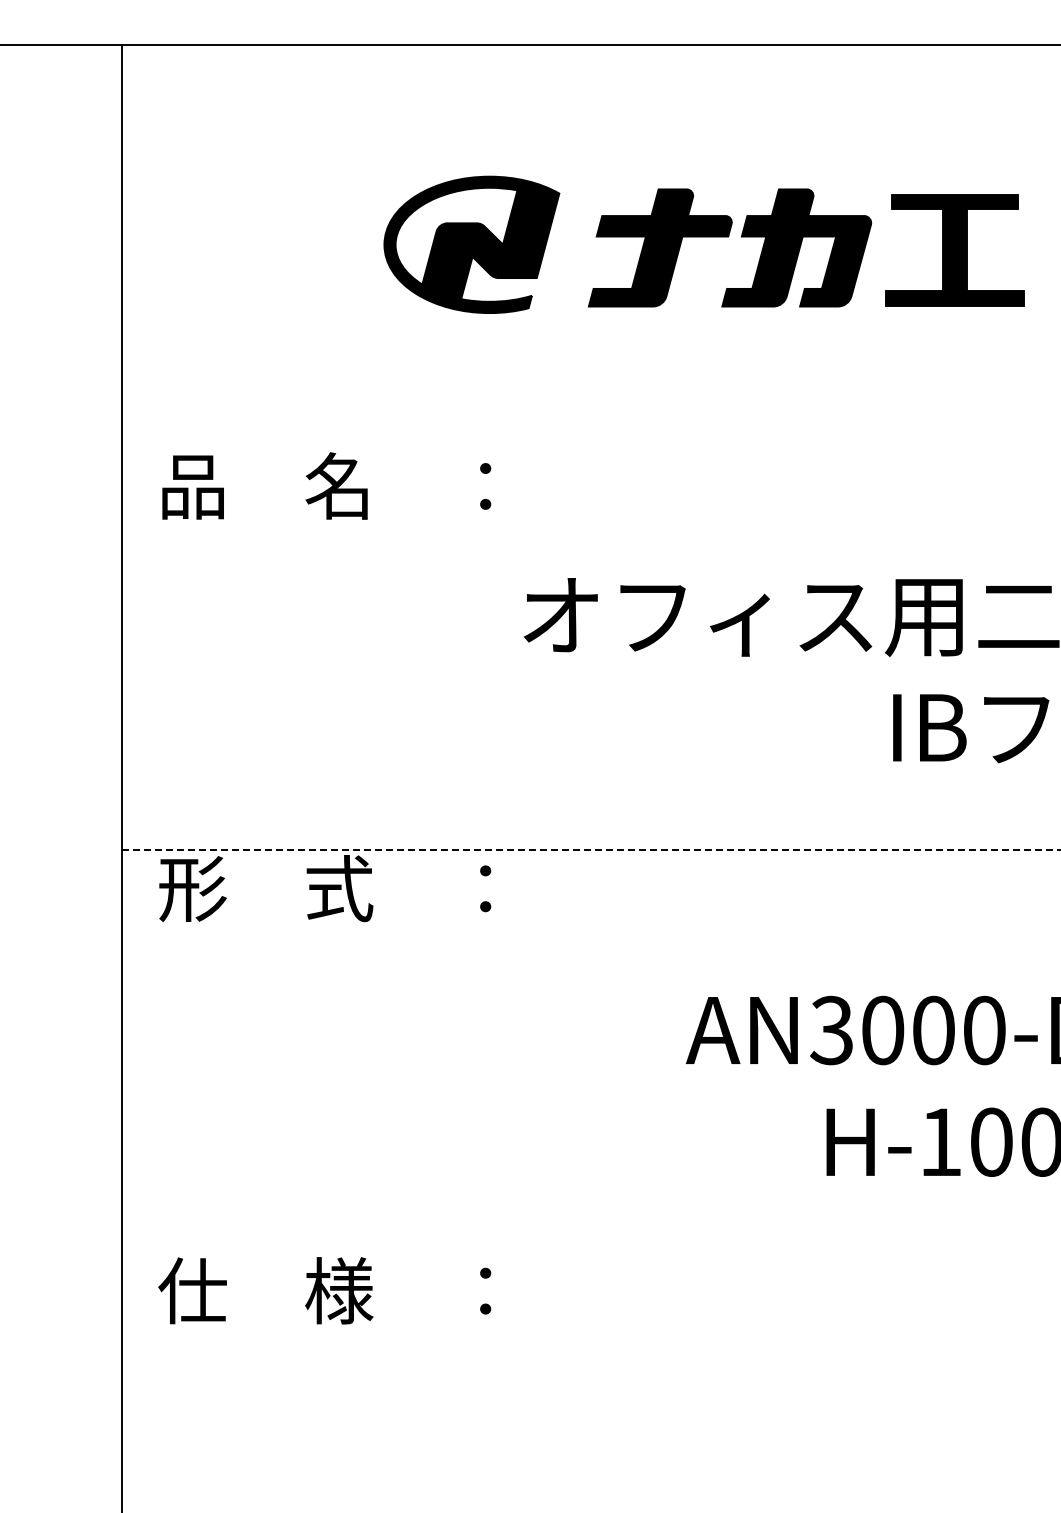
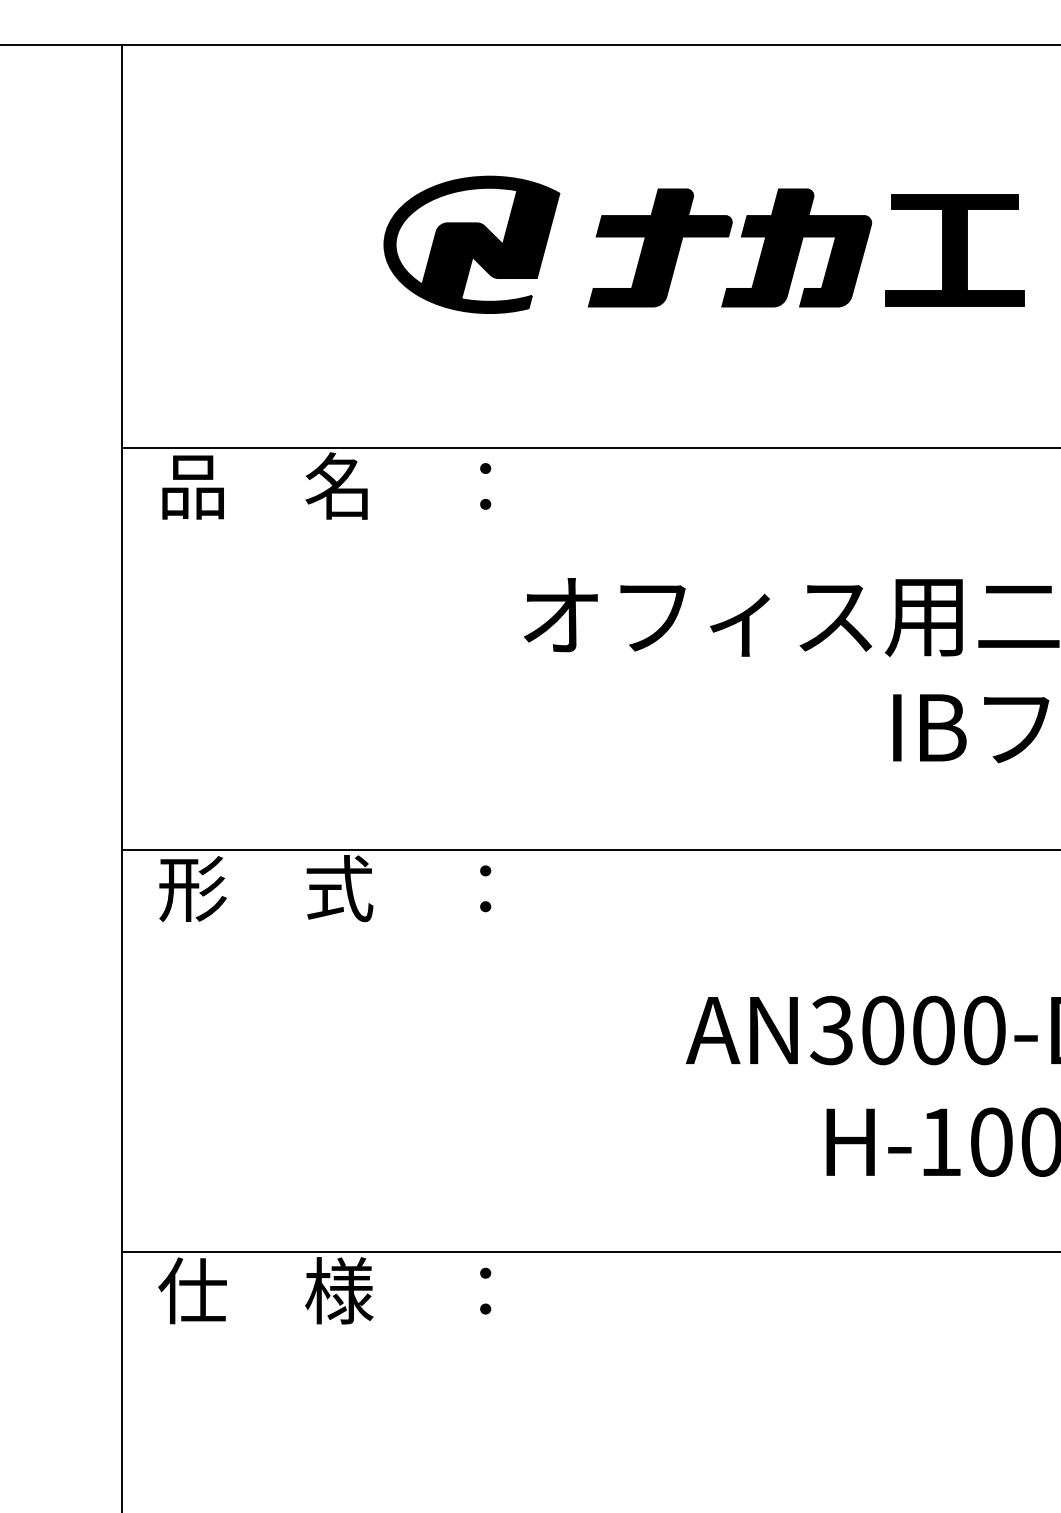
line at (589, 447): none -> present
line at (591, 850): dashed -> solid
line at (589, 1252): none -> present
